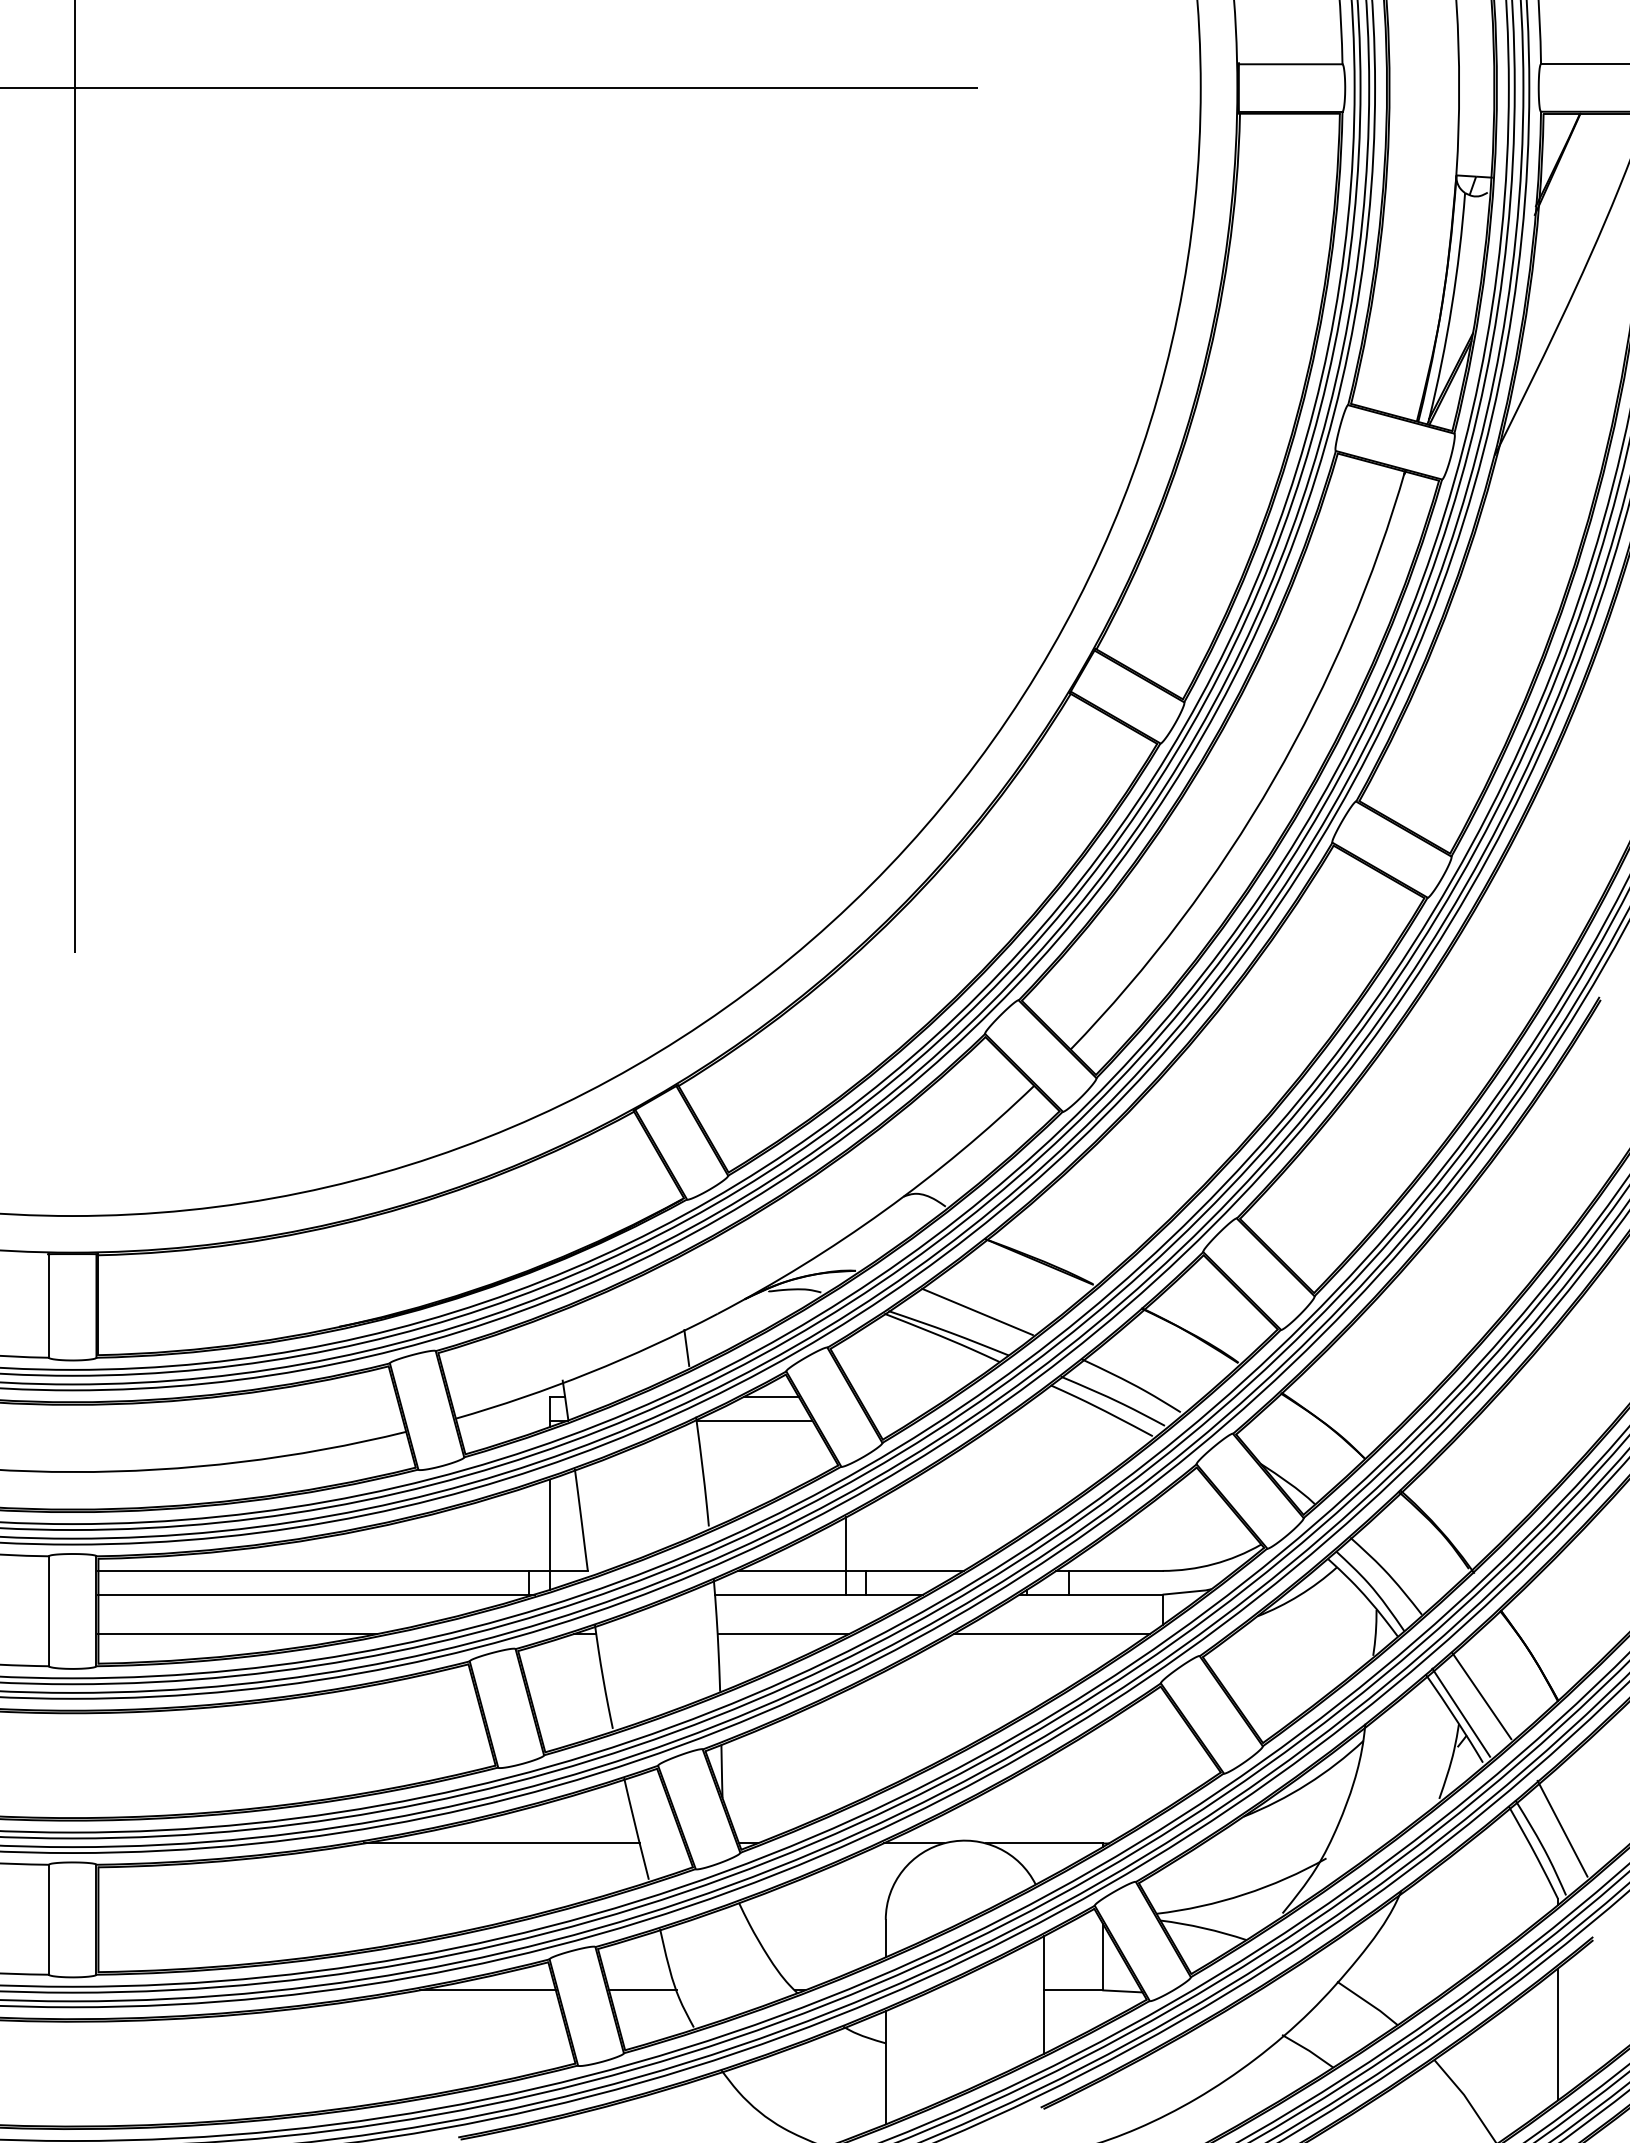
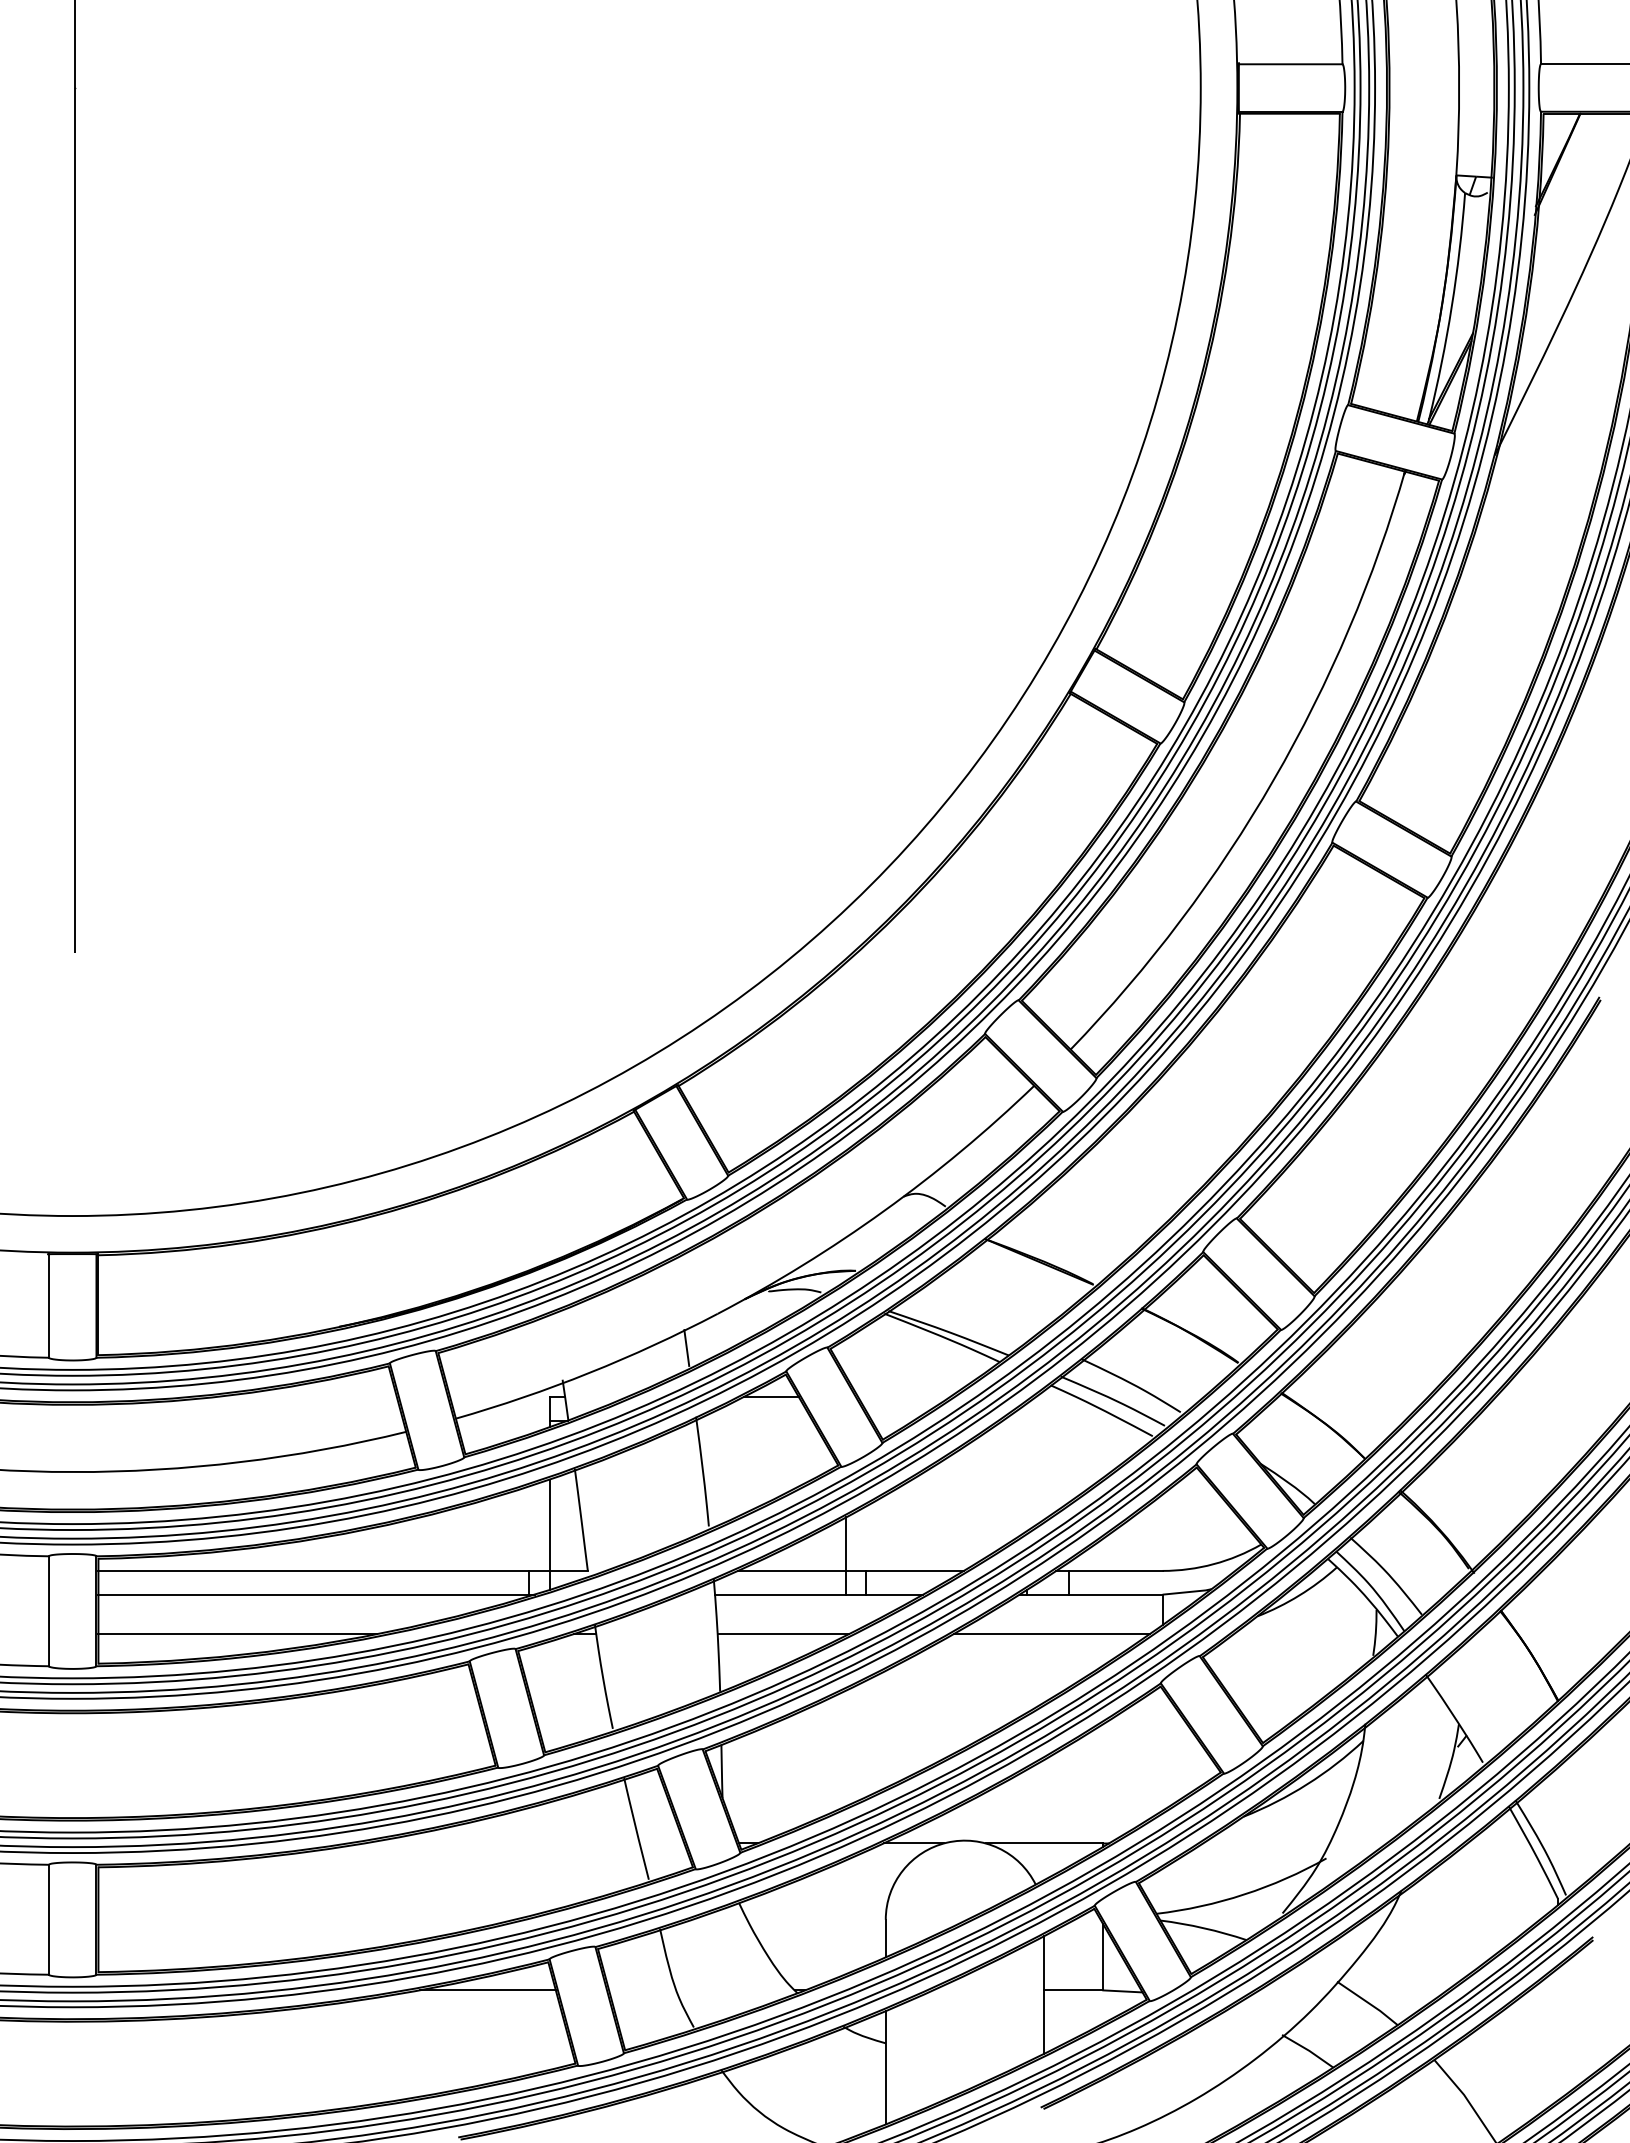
line at (490, 88): present -> none
line at (977, 1311): present -> none
line at (754, 1420): present -> none
line at (1481, 1695): present -> none
line at (1461, 1712): present -> none
line at (1562, 1828): present -> none
line at (501, 1843): present -> none
line at (642, 1990): present -> none
line at (1558, 2034): present -> none
